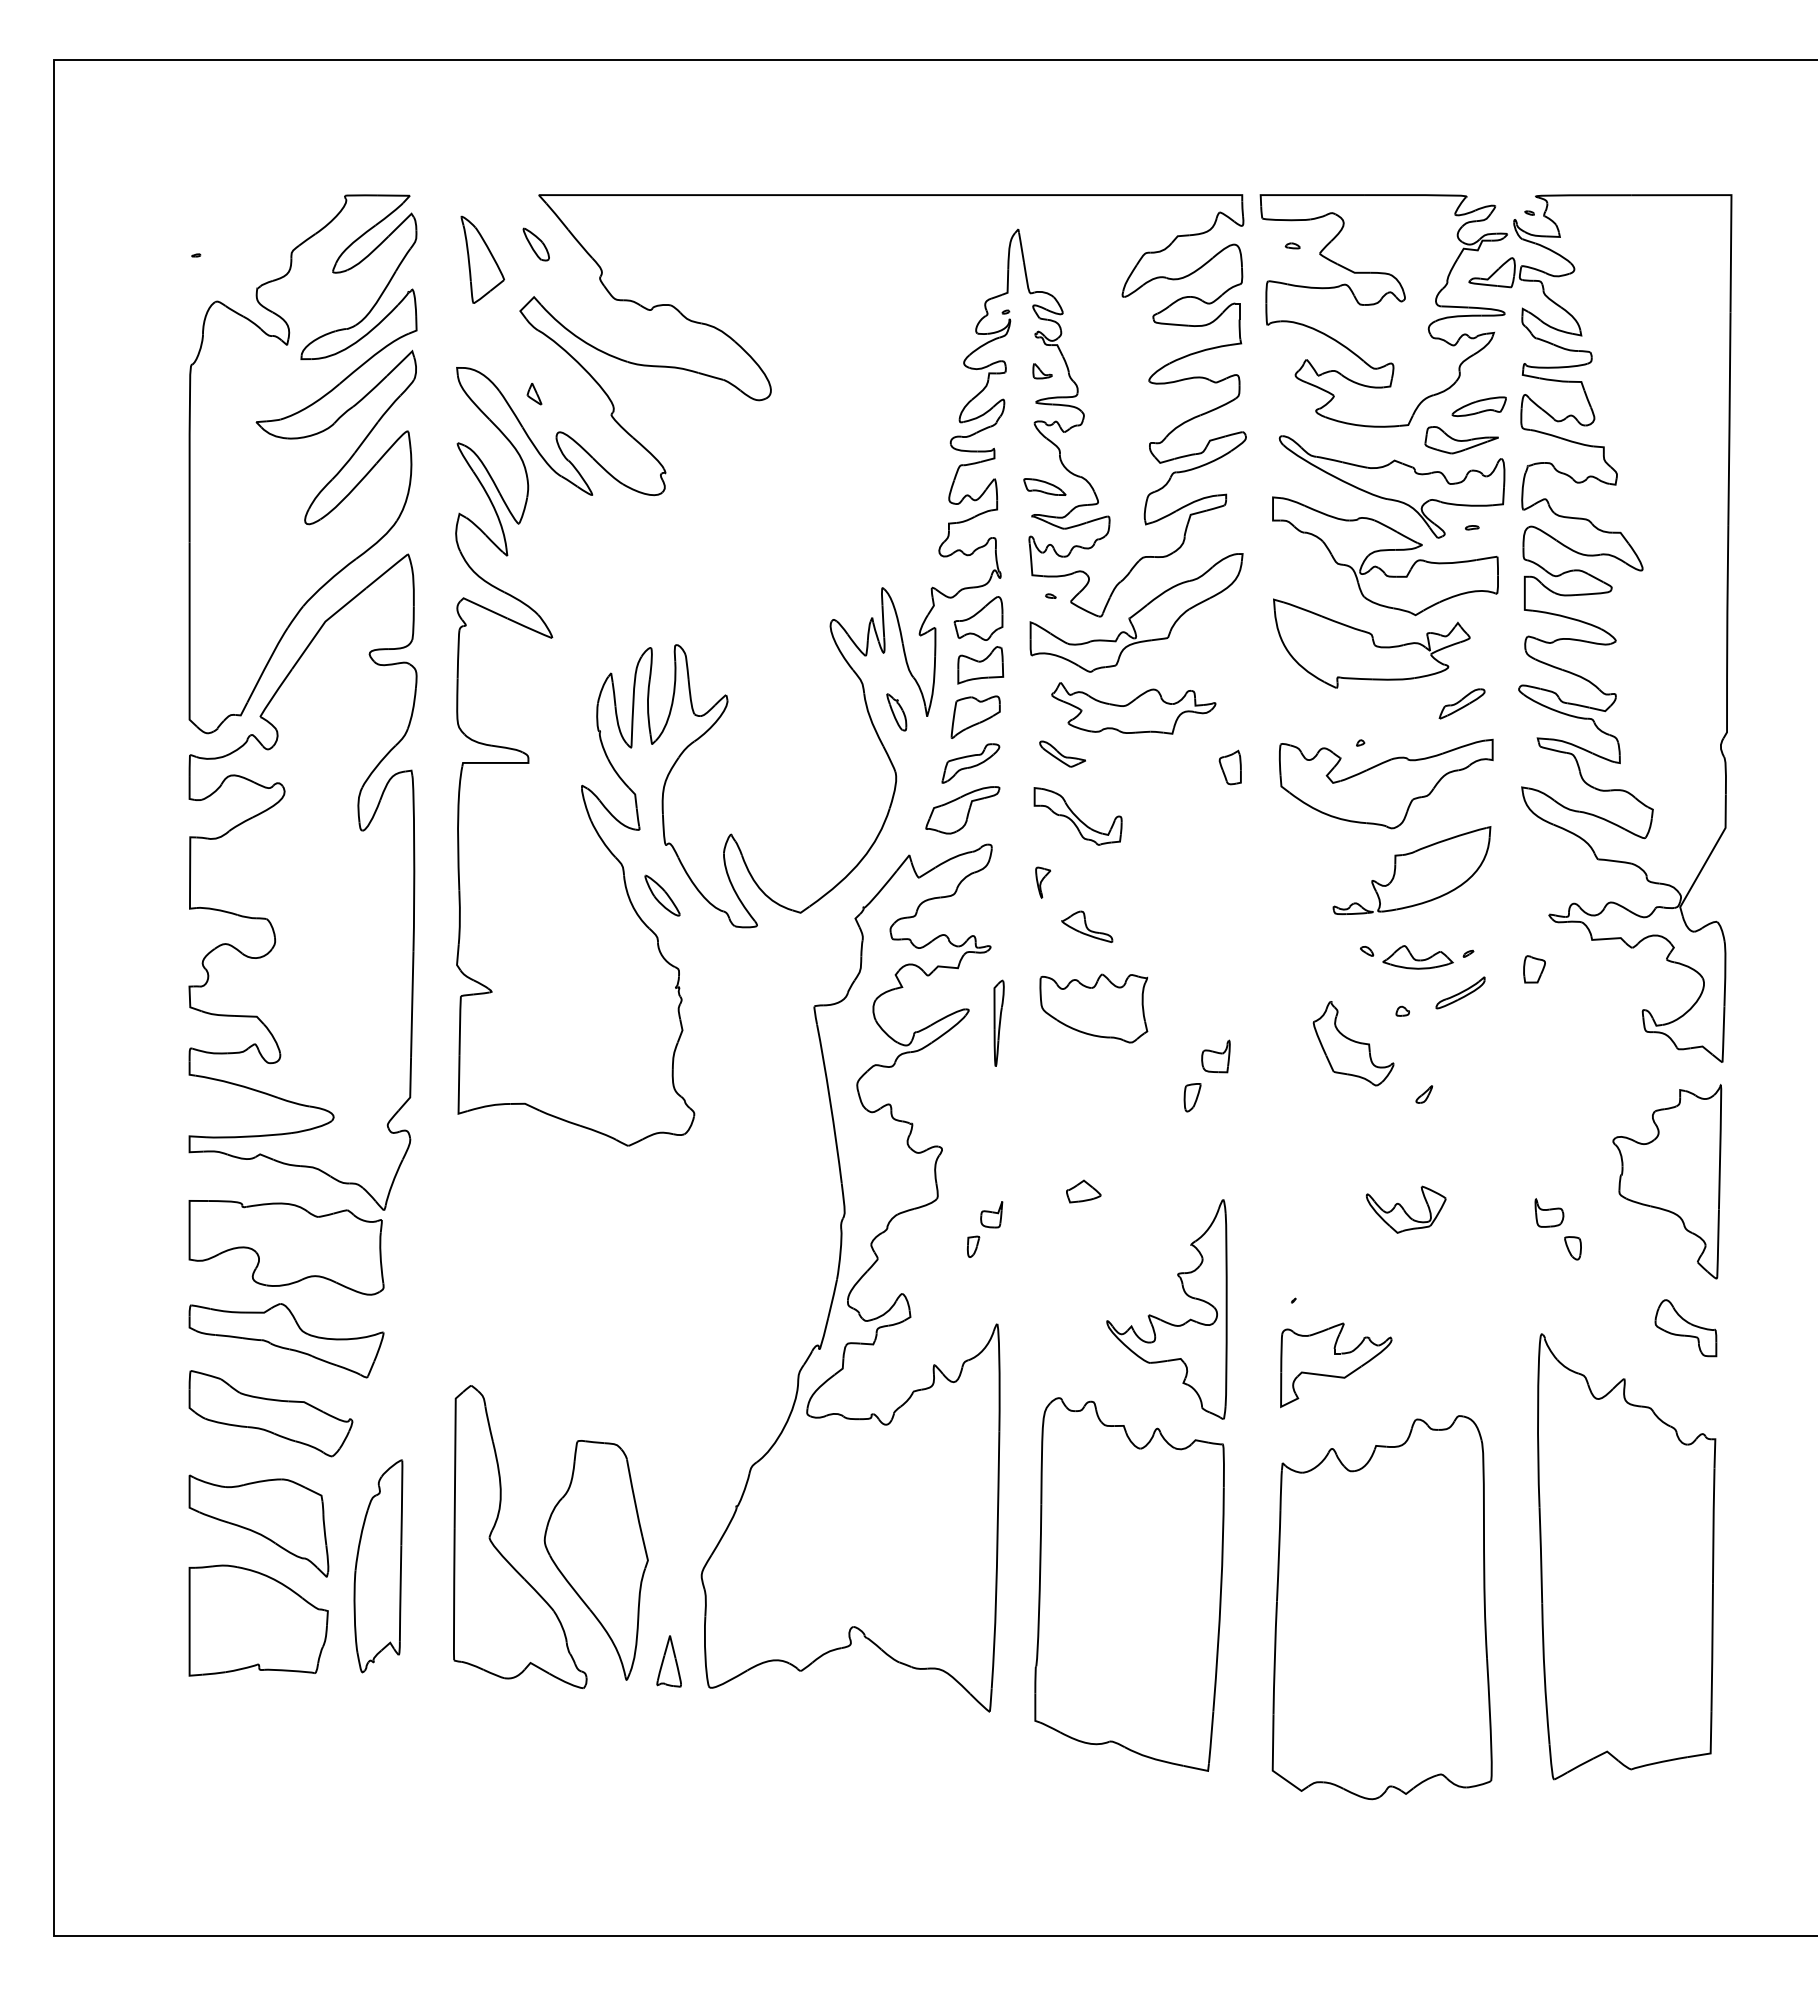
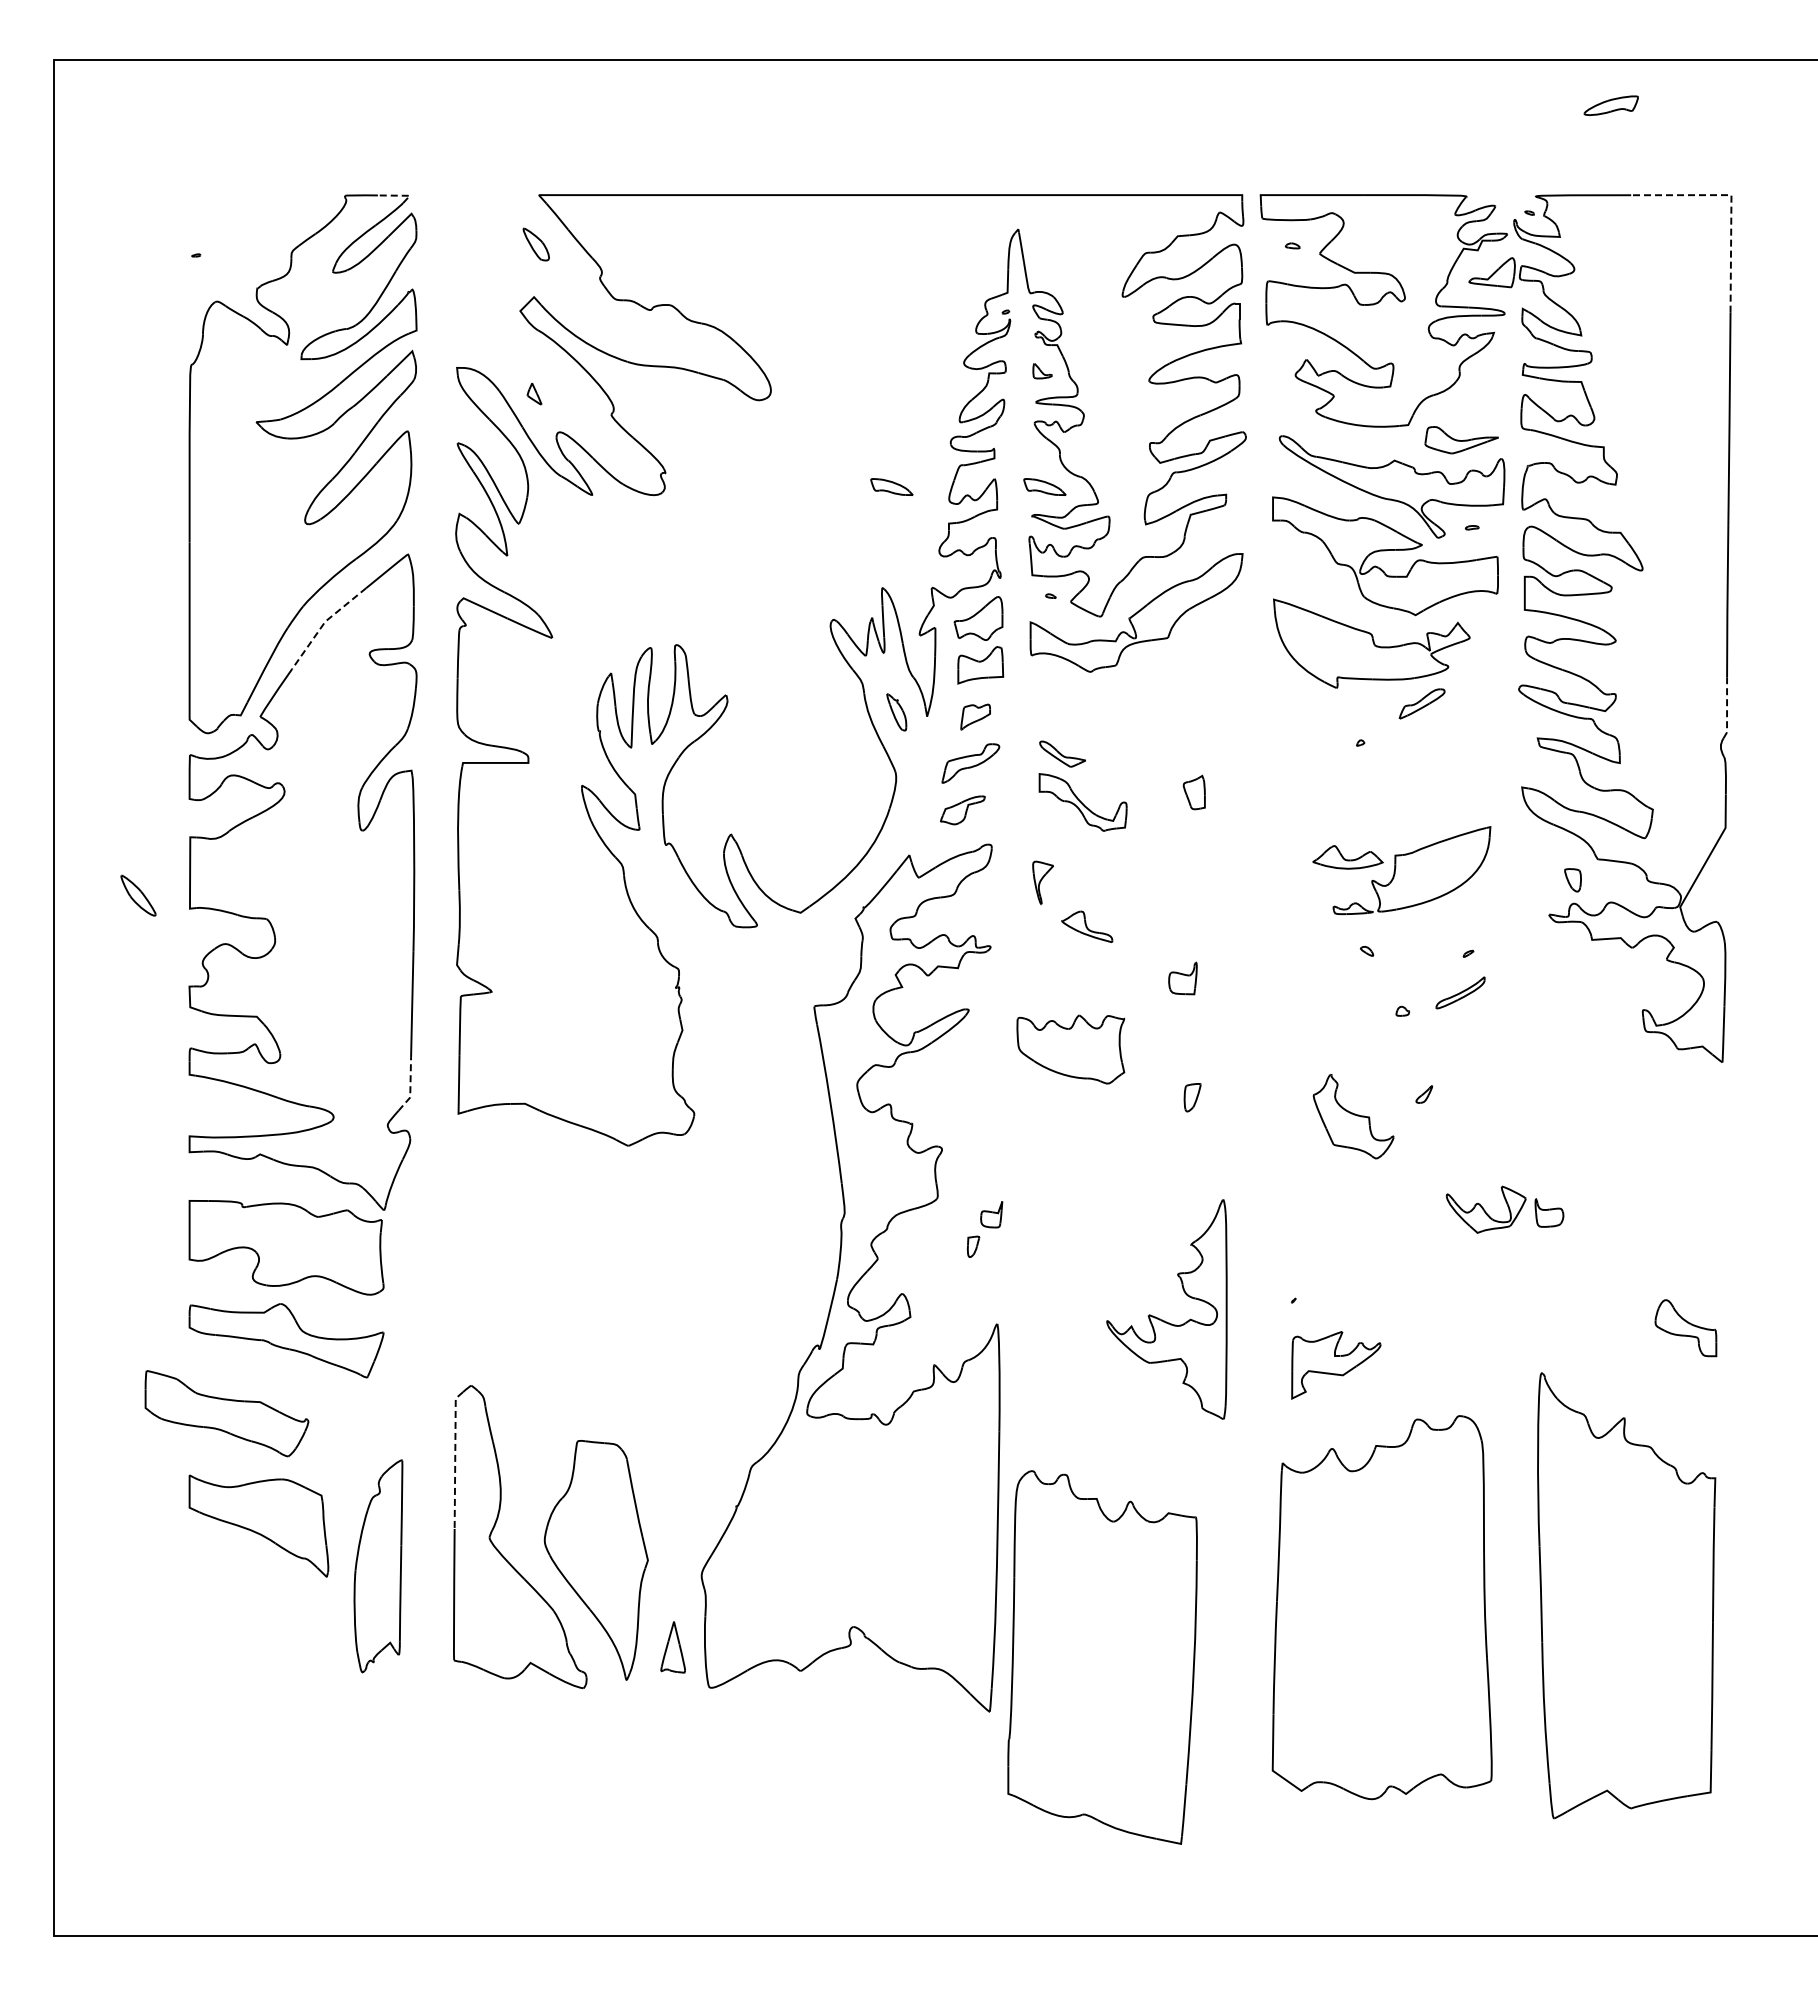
line at (399, 195): solid -> dashed
line at (1731, 203): solid -> dashed
part at (482, 259): present -> none
part at (1478, 406) position: (1478, 406) -> (1610, 105)
part at (891, 486): none -> present
line at (324, 623): solid -> dashed
part at (1461, 703) position: (1461, 703) -> (1421, 703)
part at (1133, 708): present -> none
line at (1727, 708): solid -> dashed
part at (975, 716) size: 51x44 px -> 31x28 px
part at (1229, 767) position: (1229, 767) -> (1193, 792)
part at (1385, 783): present -> none
part at (962, 810) size: 76x49 px -> 46x31 px
part at (1077, 816) position: (1077, 816) -> (1082, 802)
part at (1043, 882) size: 17x33 px -> 22x46 px
part at (662, 895) position: (662, 895) -> (138, 895)
part at (1417, 957) position: (1417, 957) -> (1347, 857)
part at (1534, 969): present -> none
part at (1093, 1008) position: (1093, 1008) -> (1070, 1049)
part at (998, 1022): present -> none
part at (1353, 1043) position: (1353, 1043) -> (1353, 1116)
part at (1215, 1056) position: (1215, 1056) -> (1182, 978)
line at (410, 1086): solid -> dashed
part at (1667, 1181): present -> none
part at (1083, 1191): present -> none
part at (1405, 1209) position: (1405, 1209) -> (1485, 1209)
part at (1572, 1248) position: (1572, 1248) -> (1572, 880)
part at (1336, 1365) size: 113x87 px -> 91x69 px
part at (270, 1413) position: (270, 1413) -> (226, 1413)
line at (455, 1458): solid -> dashed
part at (1626, 1556) position: (1626, 1556) -> (1626, 1595)
part at (1129, 1584) position: (1129, 1584) -> (1102, 1657)
part at (258, 1620): present -> none
part at (668, 1661) position: (668, 1661) -> (672, 1647)
